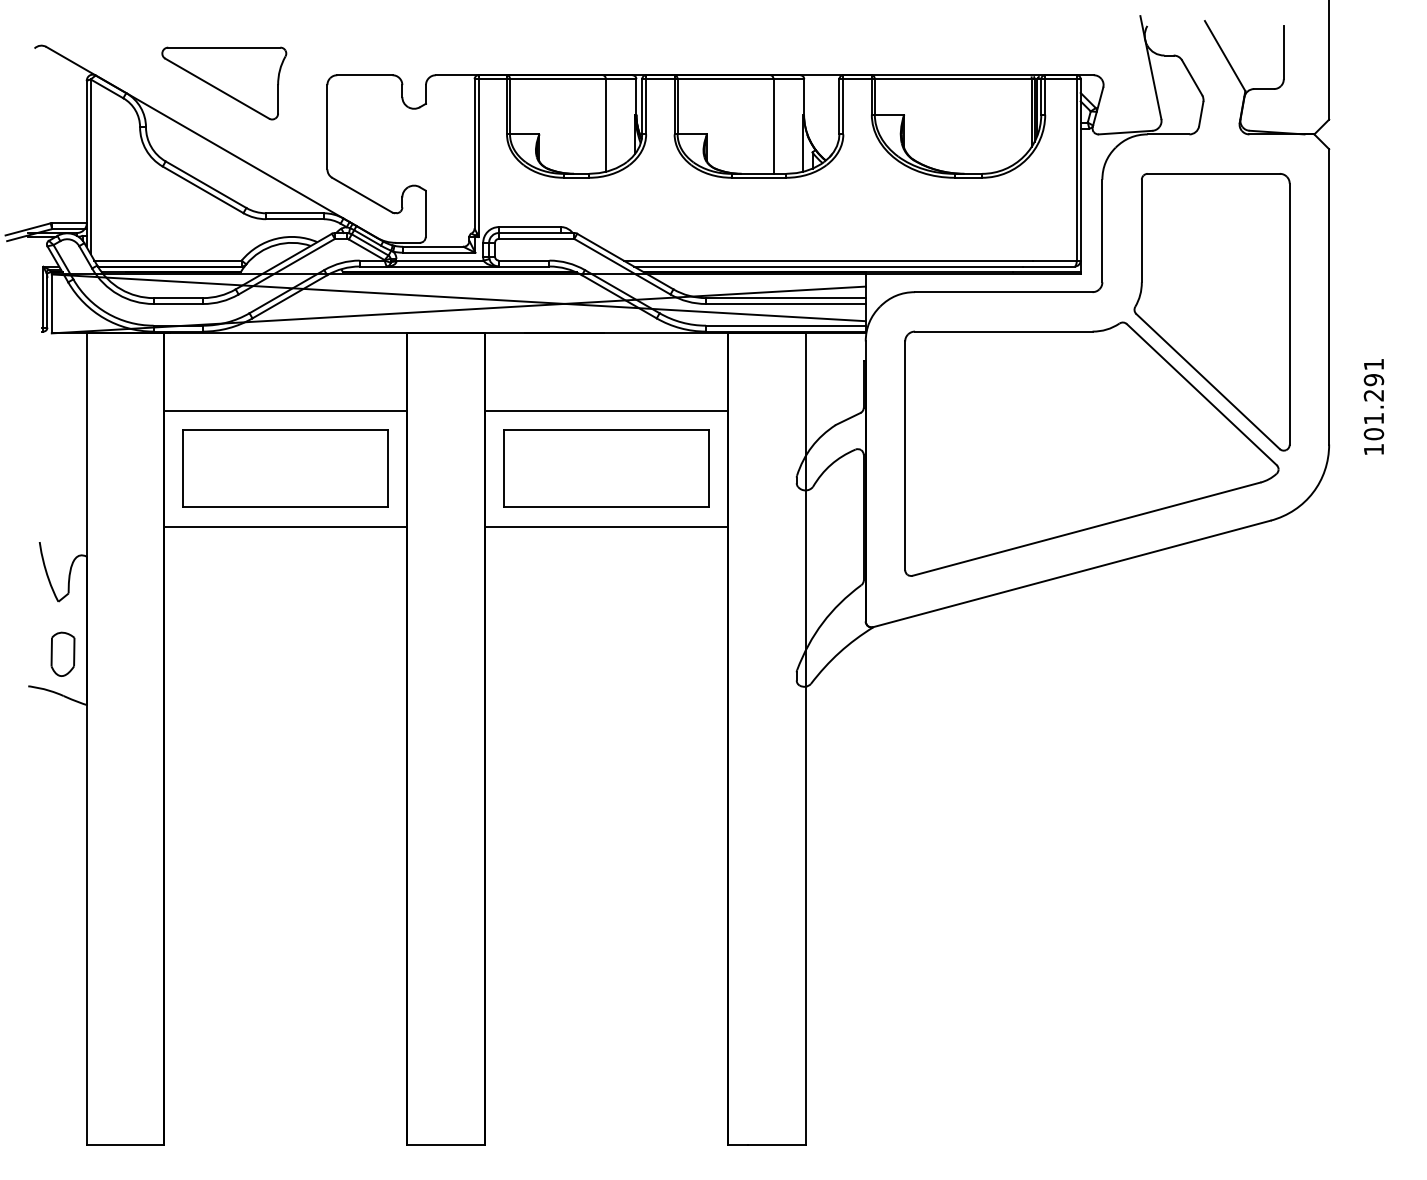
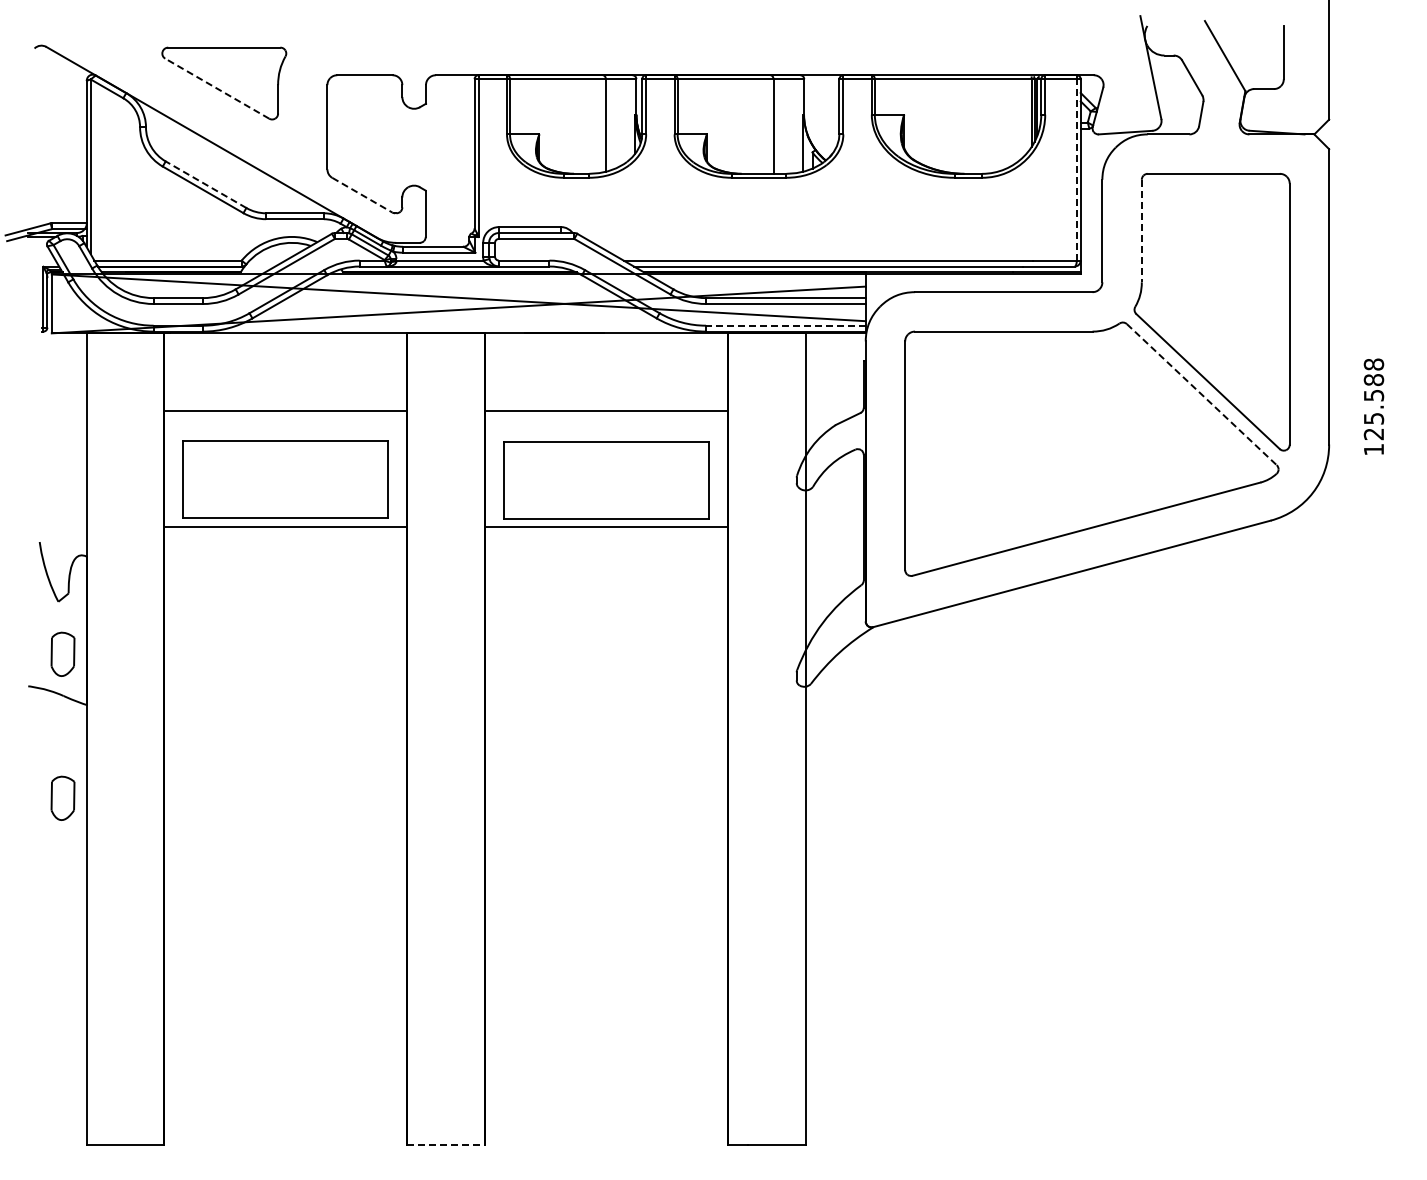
line at (216, 88): solid -> dashed
line at (1076, 169): solid -> dashed
line at (206, 184): solid -> dashed
line at (362, 195): solid -> dashed
line at (1141, 231): solid -> dashed
line at (785, 325): solid -> dashed
line at (1201, 394): solid -> dashed
text at (1373, 399): 101.291 -> 125.588
part at (285, 468) position: (285, 468) -> (285, 479)
part at (606, 468) position: (606, 468) -> (606, 480)
part at (62, 797): none -> present
line at (446, 1144): solid -> dashed
